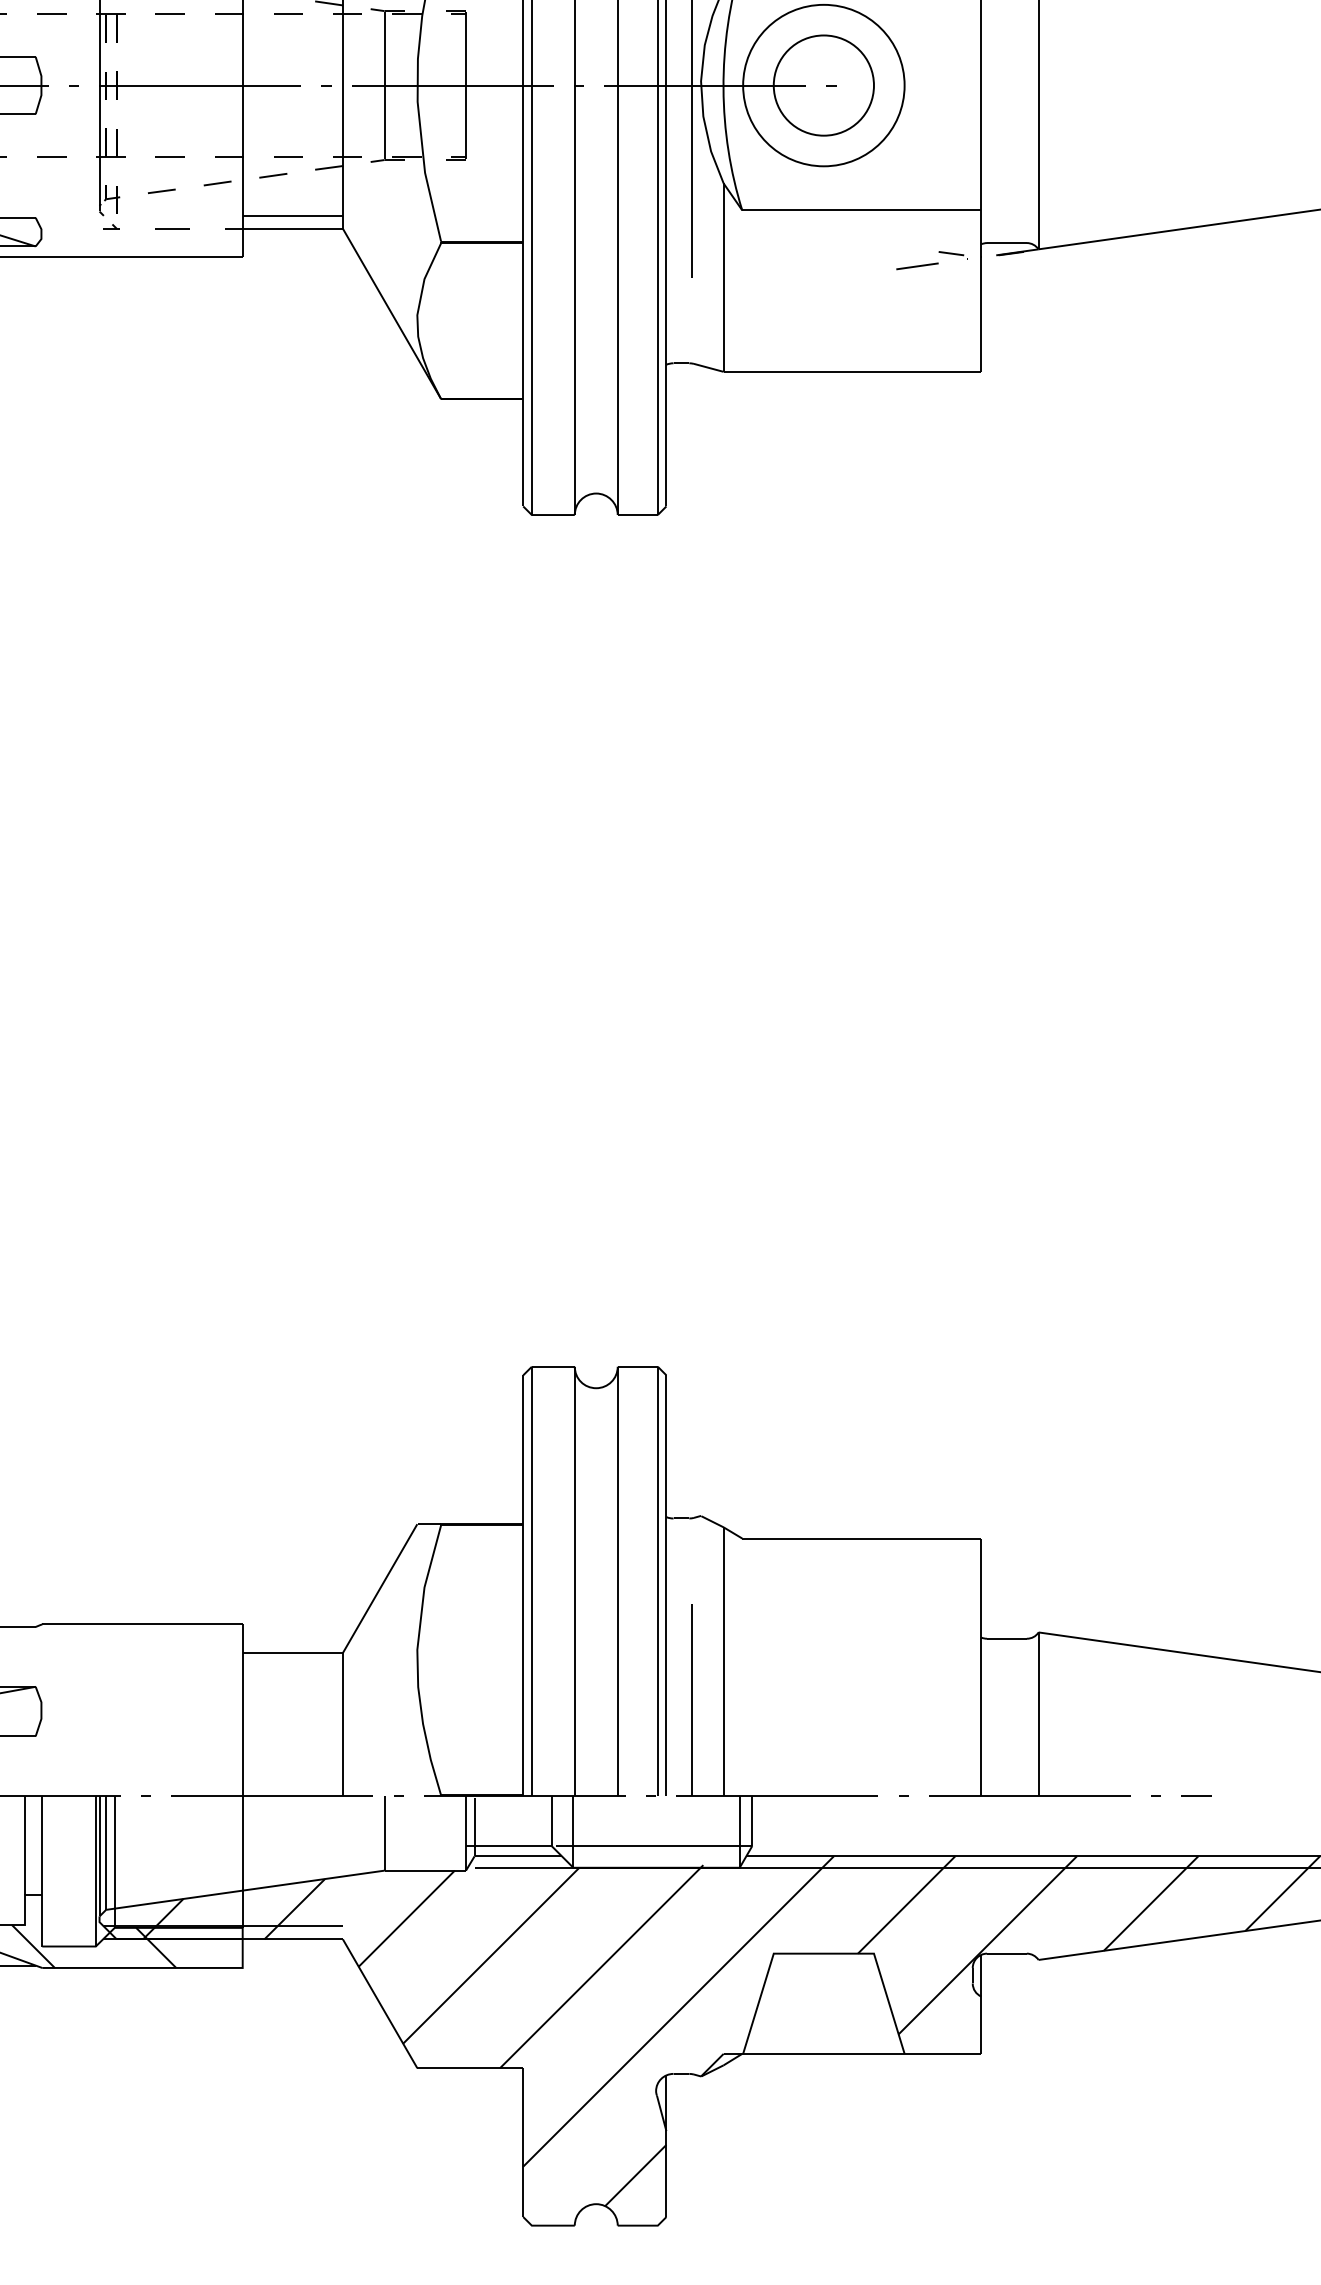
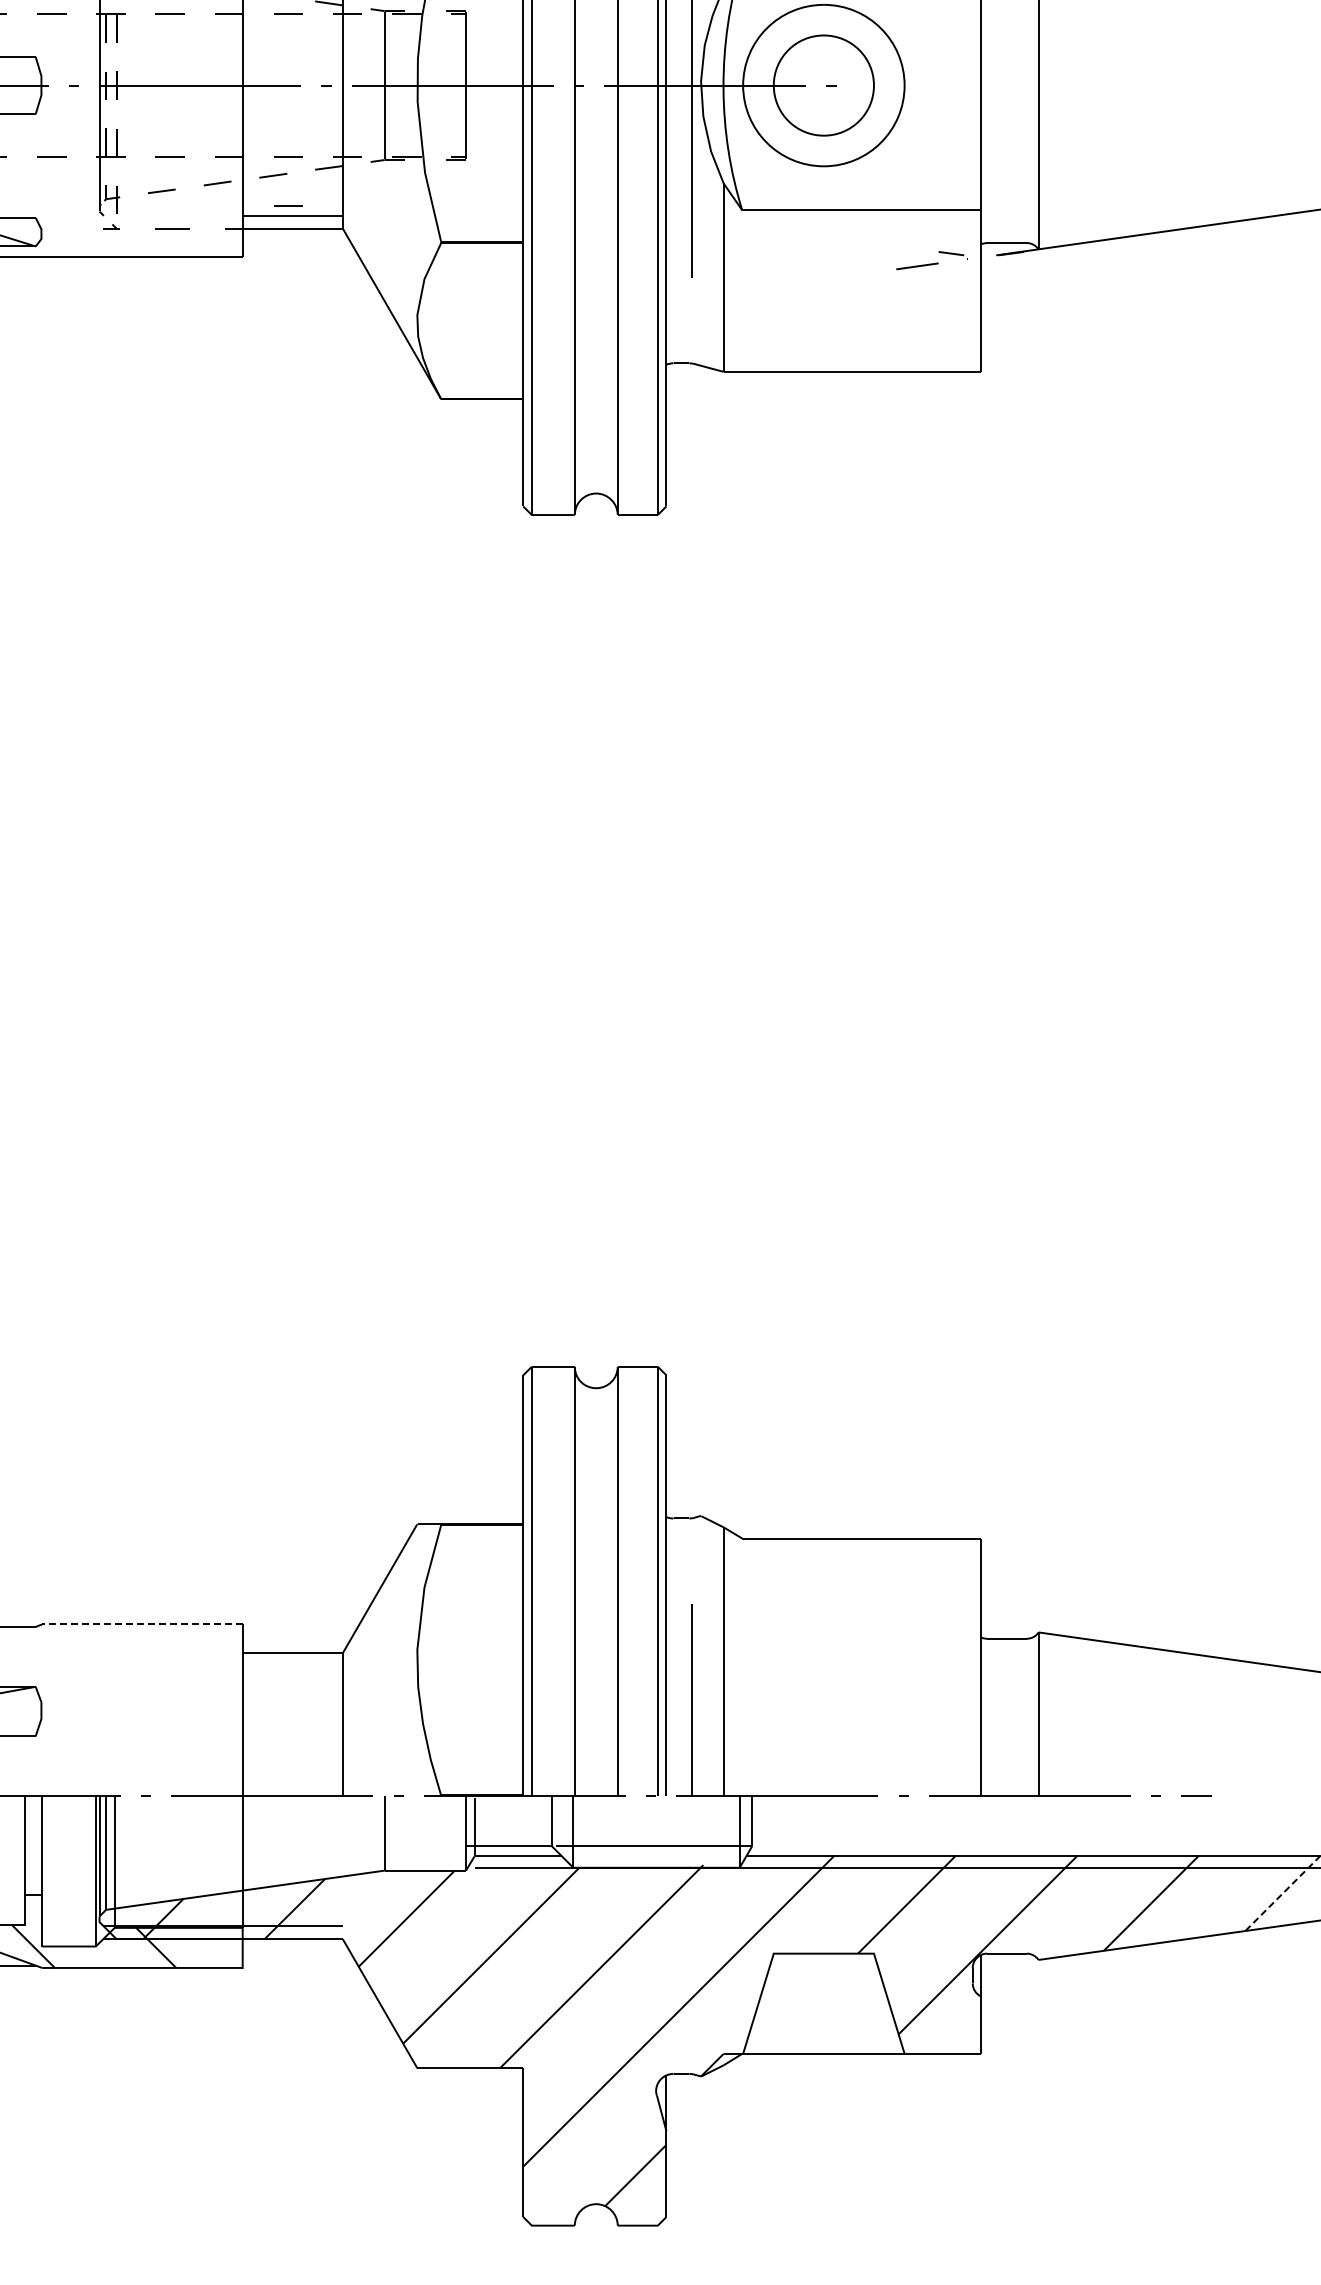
line at (288, 205): none -> present
line at (142, 1624): solid -> dashed
line at (1282, 1893): solid -> dashed
